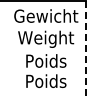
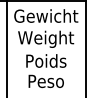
line at (7, 48): none -> present
line at (85, 49): dashed -> solid
text at (46, 81): Poids -> Peso
